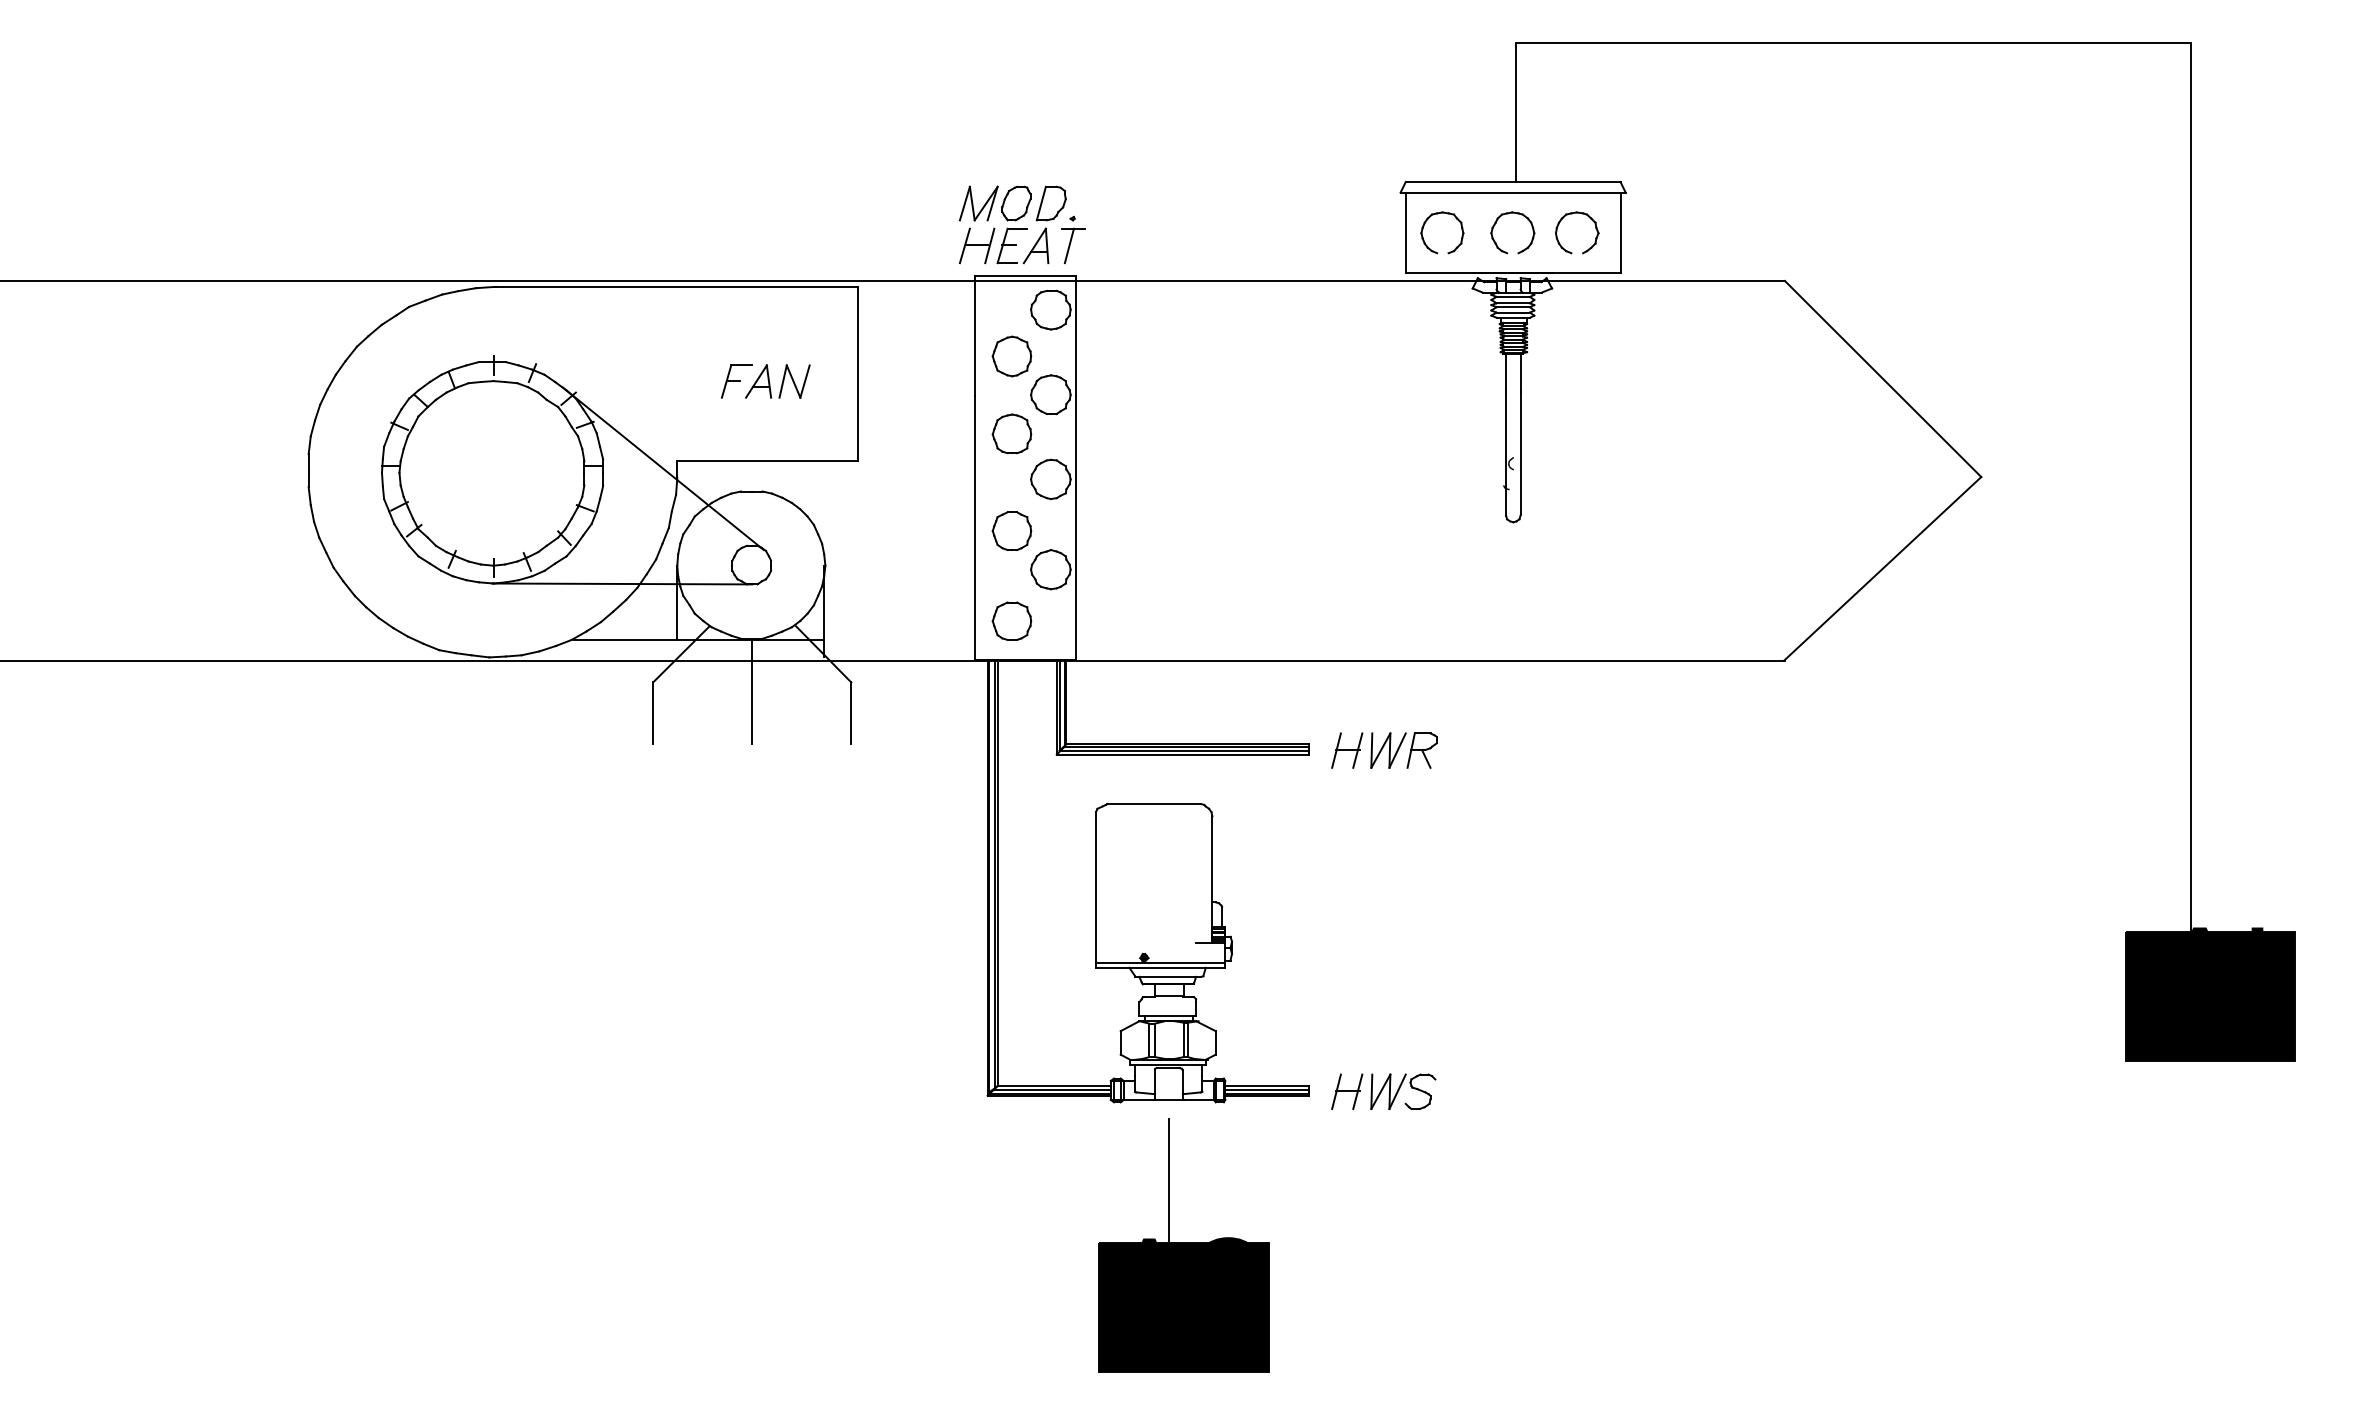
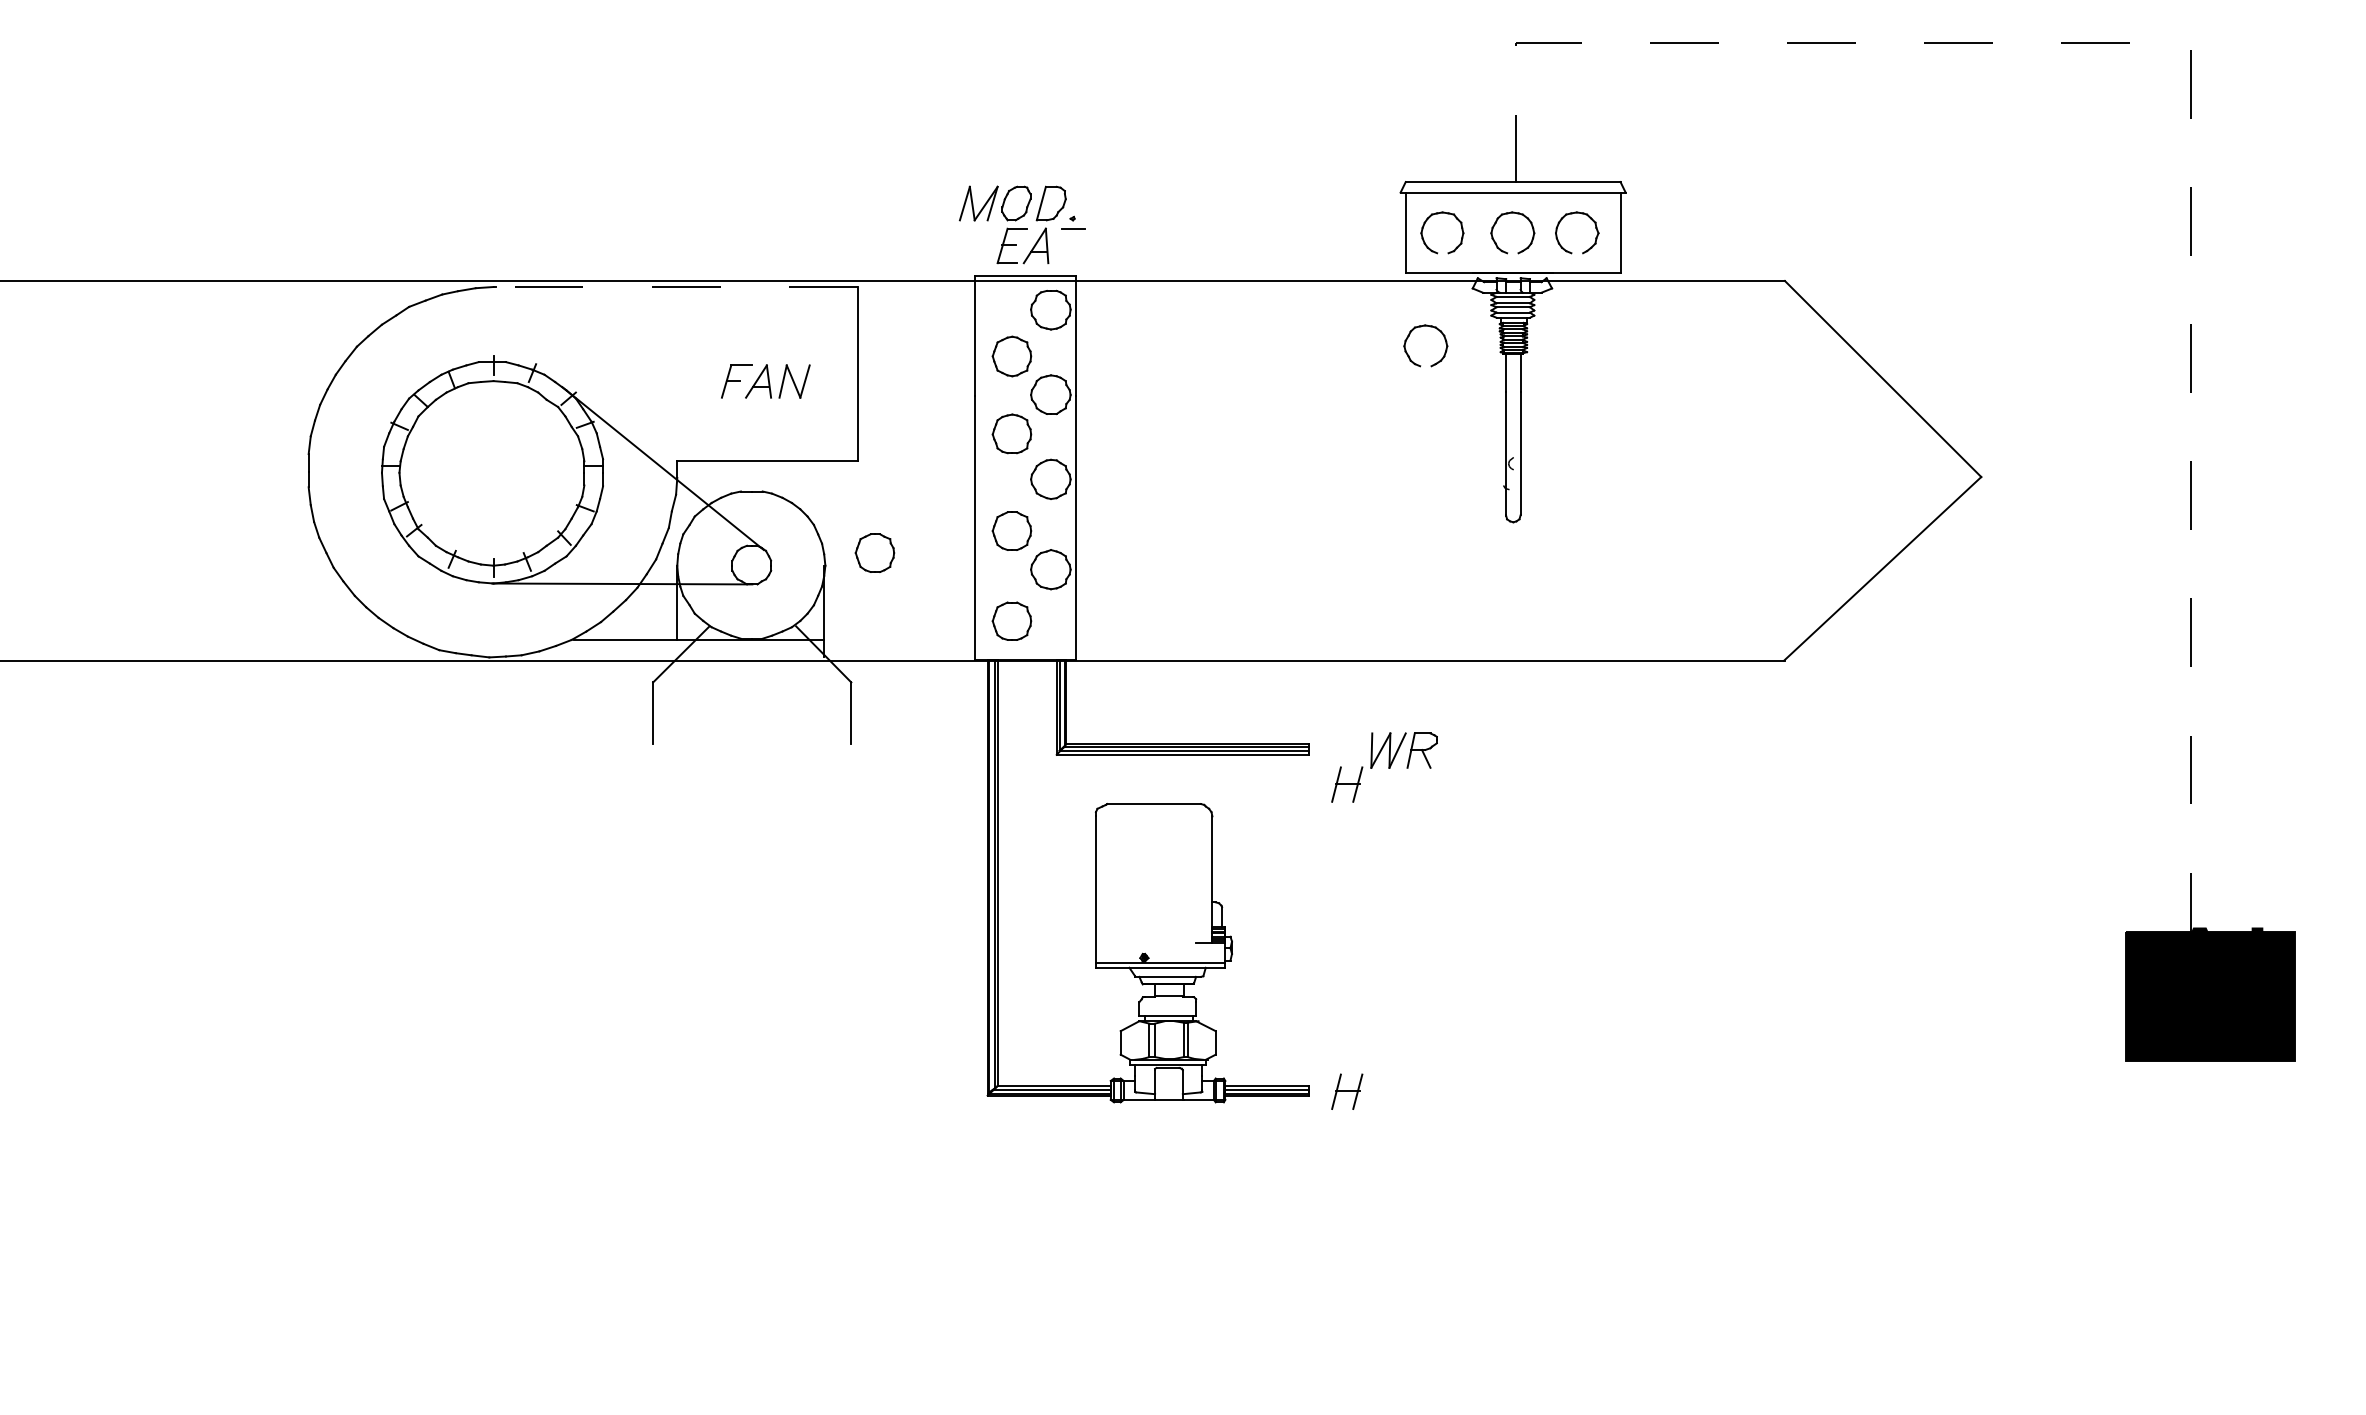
line at (2191, 88): solid -> dashed
part at (976, 245): present -> none
line at (1068, 245): present -> none
line at (676, 287): solid -> dashed
part at (1409, 336): none -> present
part at (874, 552): none -> present
line at (752, 691): present -> none
part at (1347, 750) position: (1347, 750) -> (1347, 784)
part at (1403, 1091): present -> none
part at (1183, 1245): present -> none
